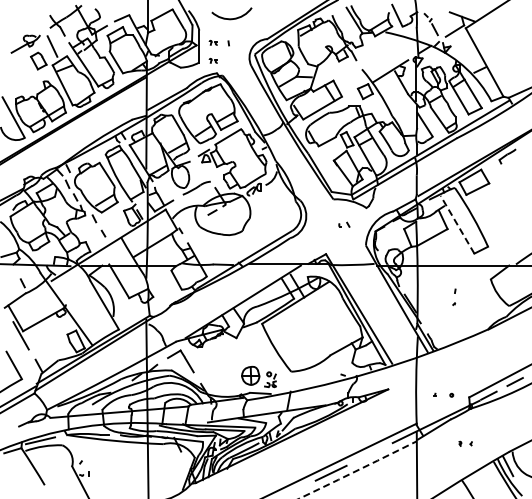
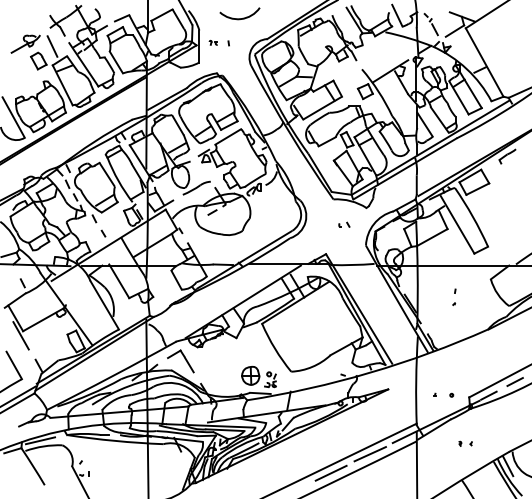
arc at (231, 18) position: (231, 18) -> (239, 18)
part at (212, 60): present -> none
line at (457, 224): dashed -> solid
line at (369, 454): none -> present
arc at (358, 470): dashed -> solid
